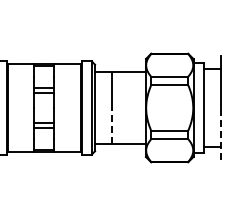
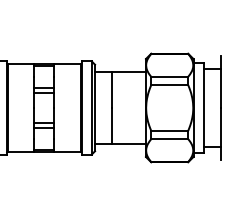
line at (112, 125): dashed -> solid
line at (220, 133): dashed -> solid
